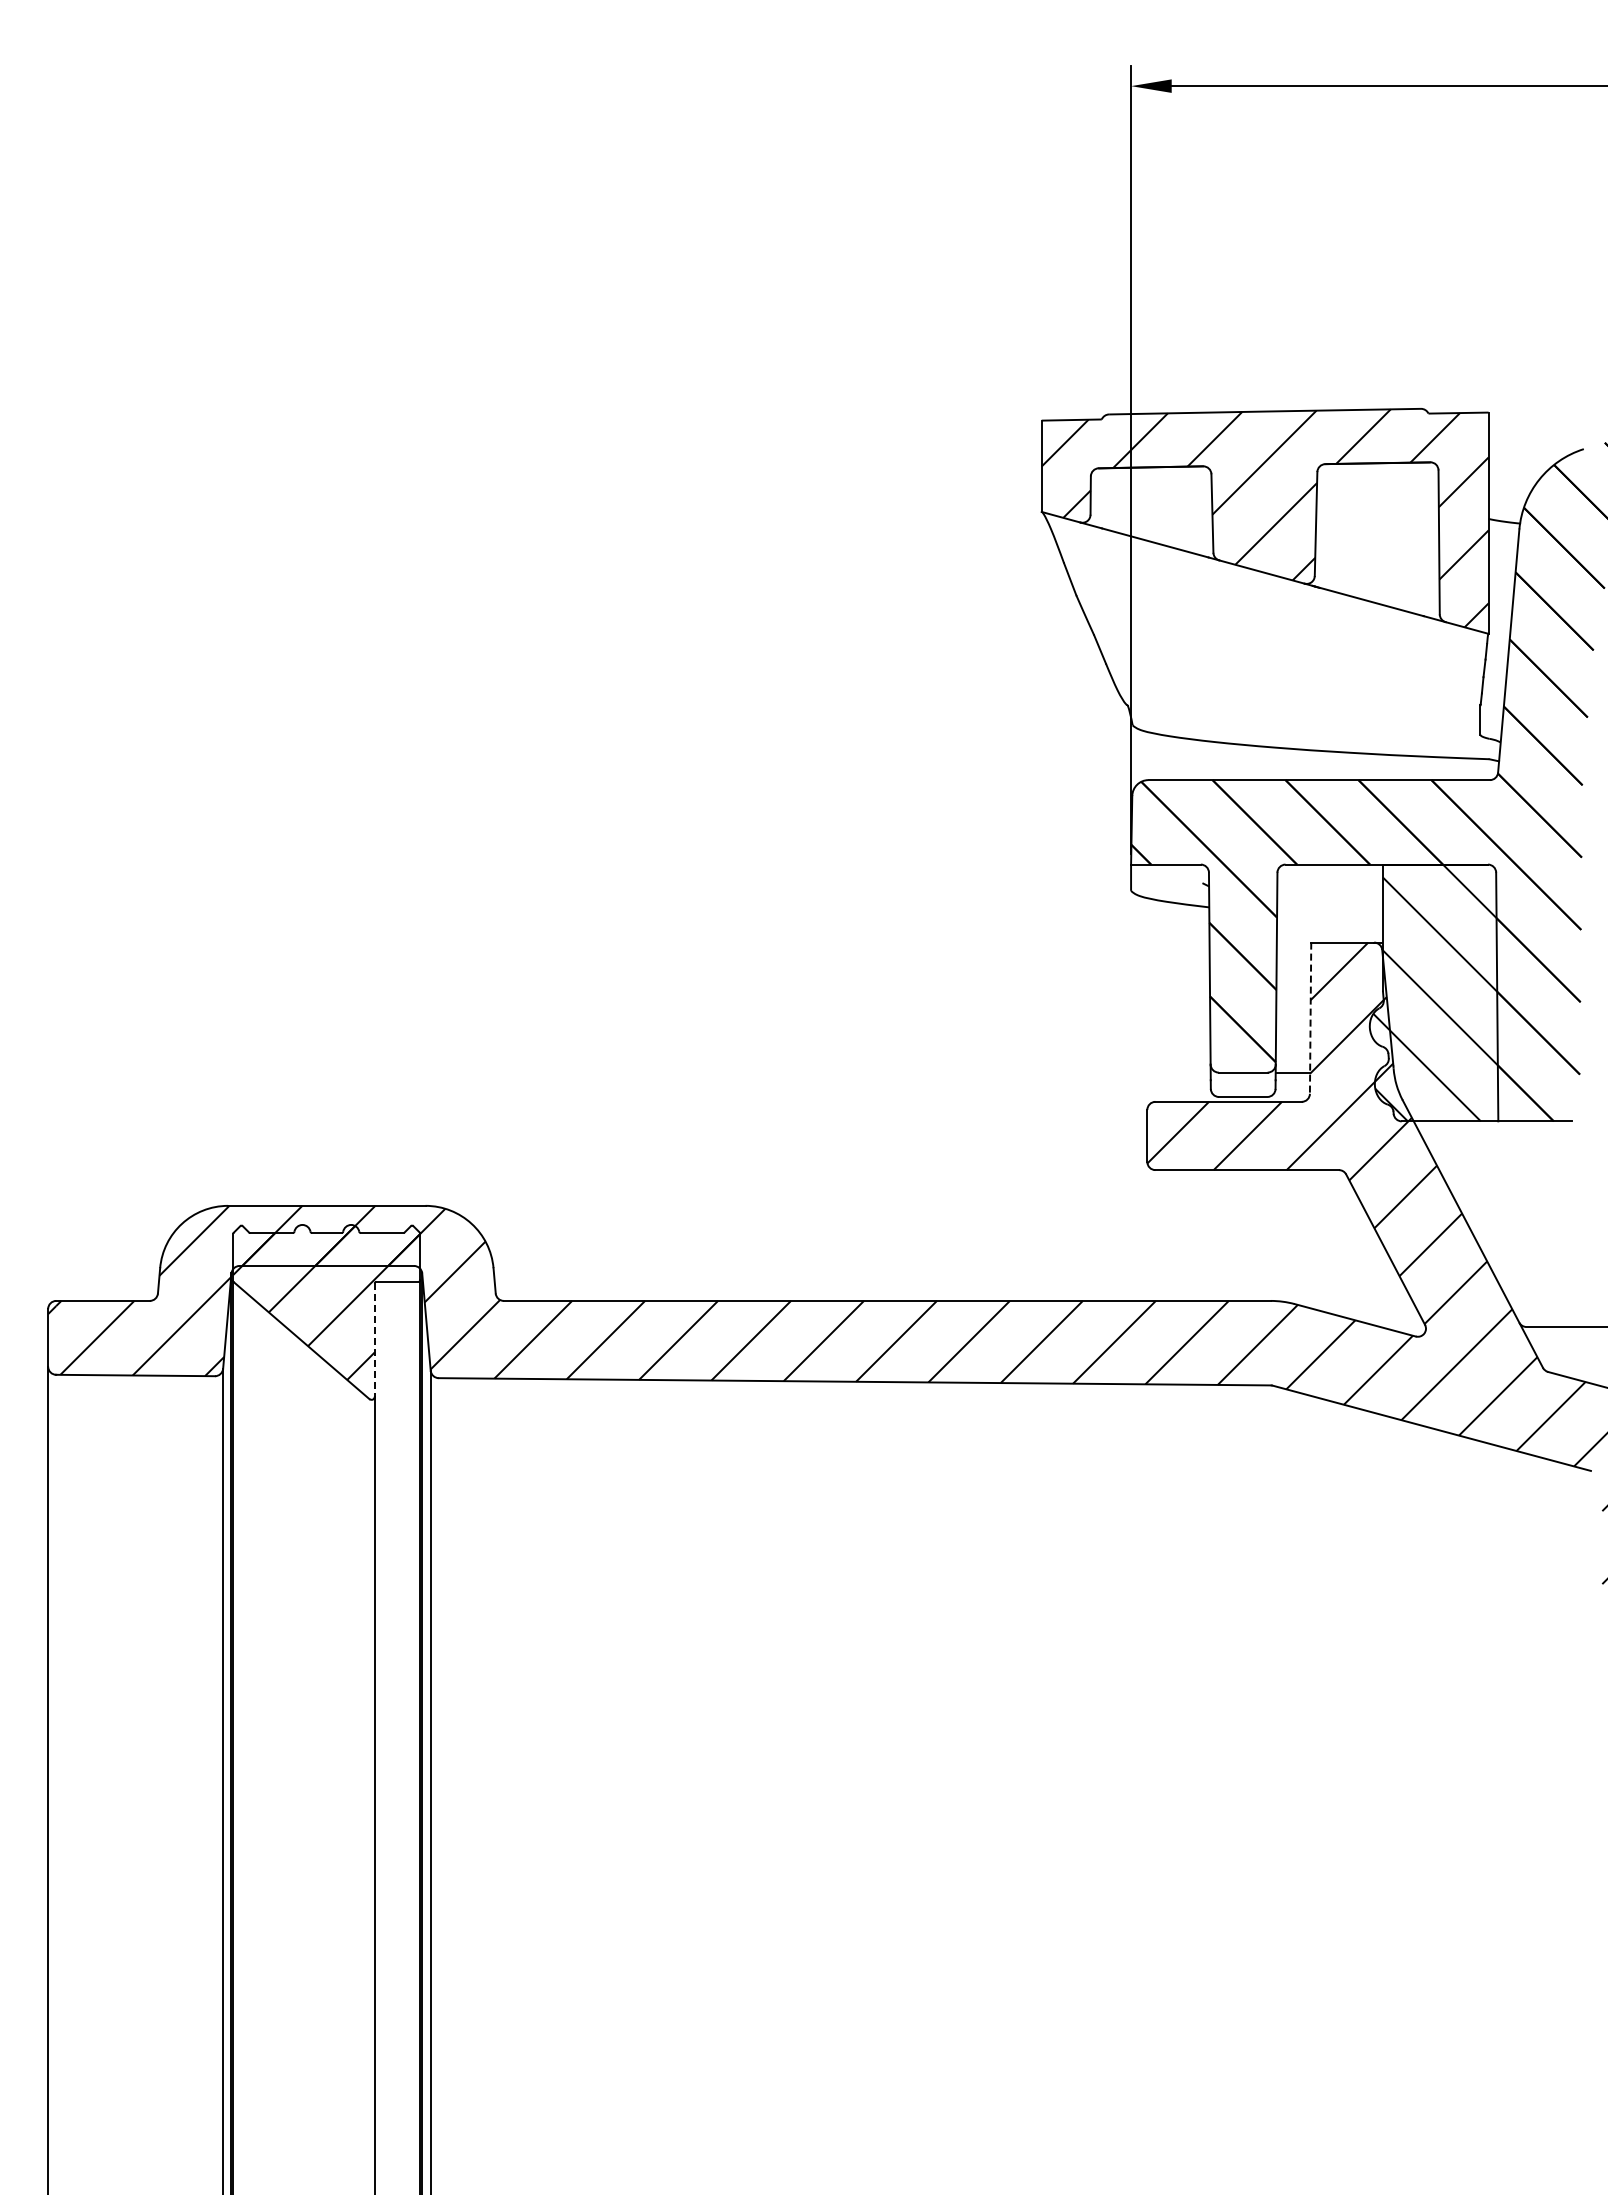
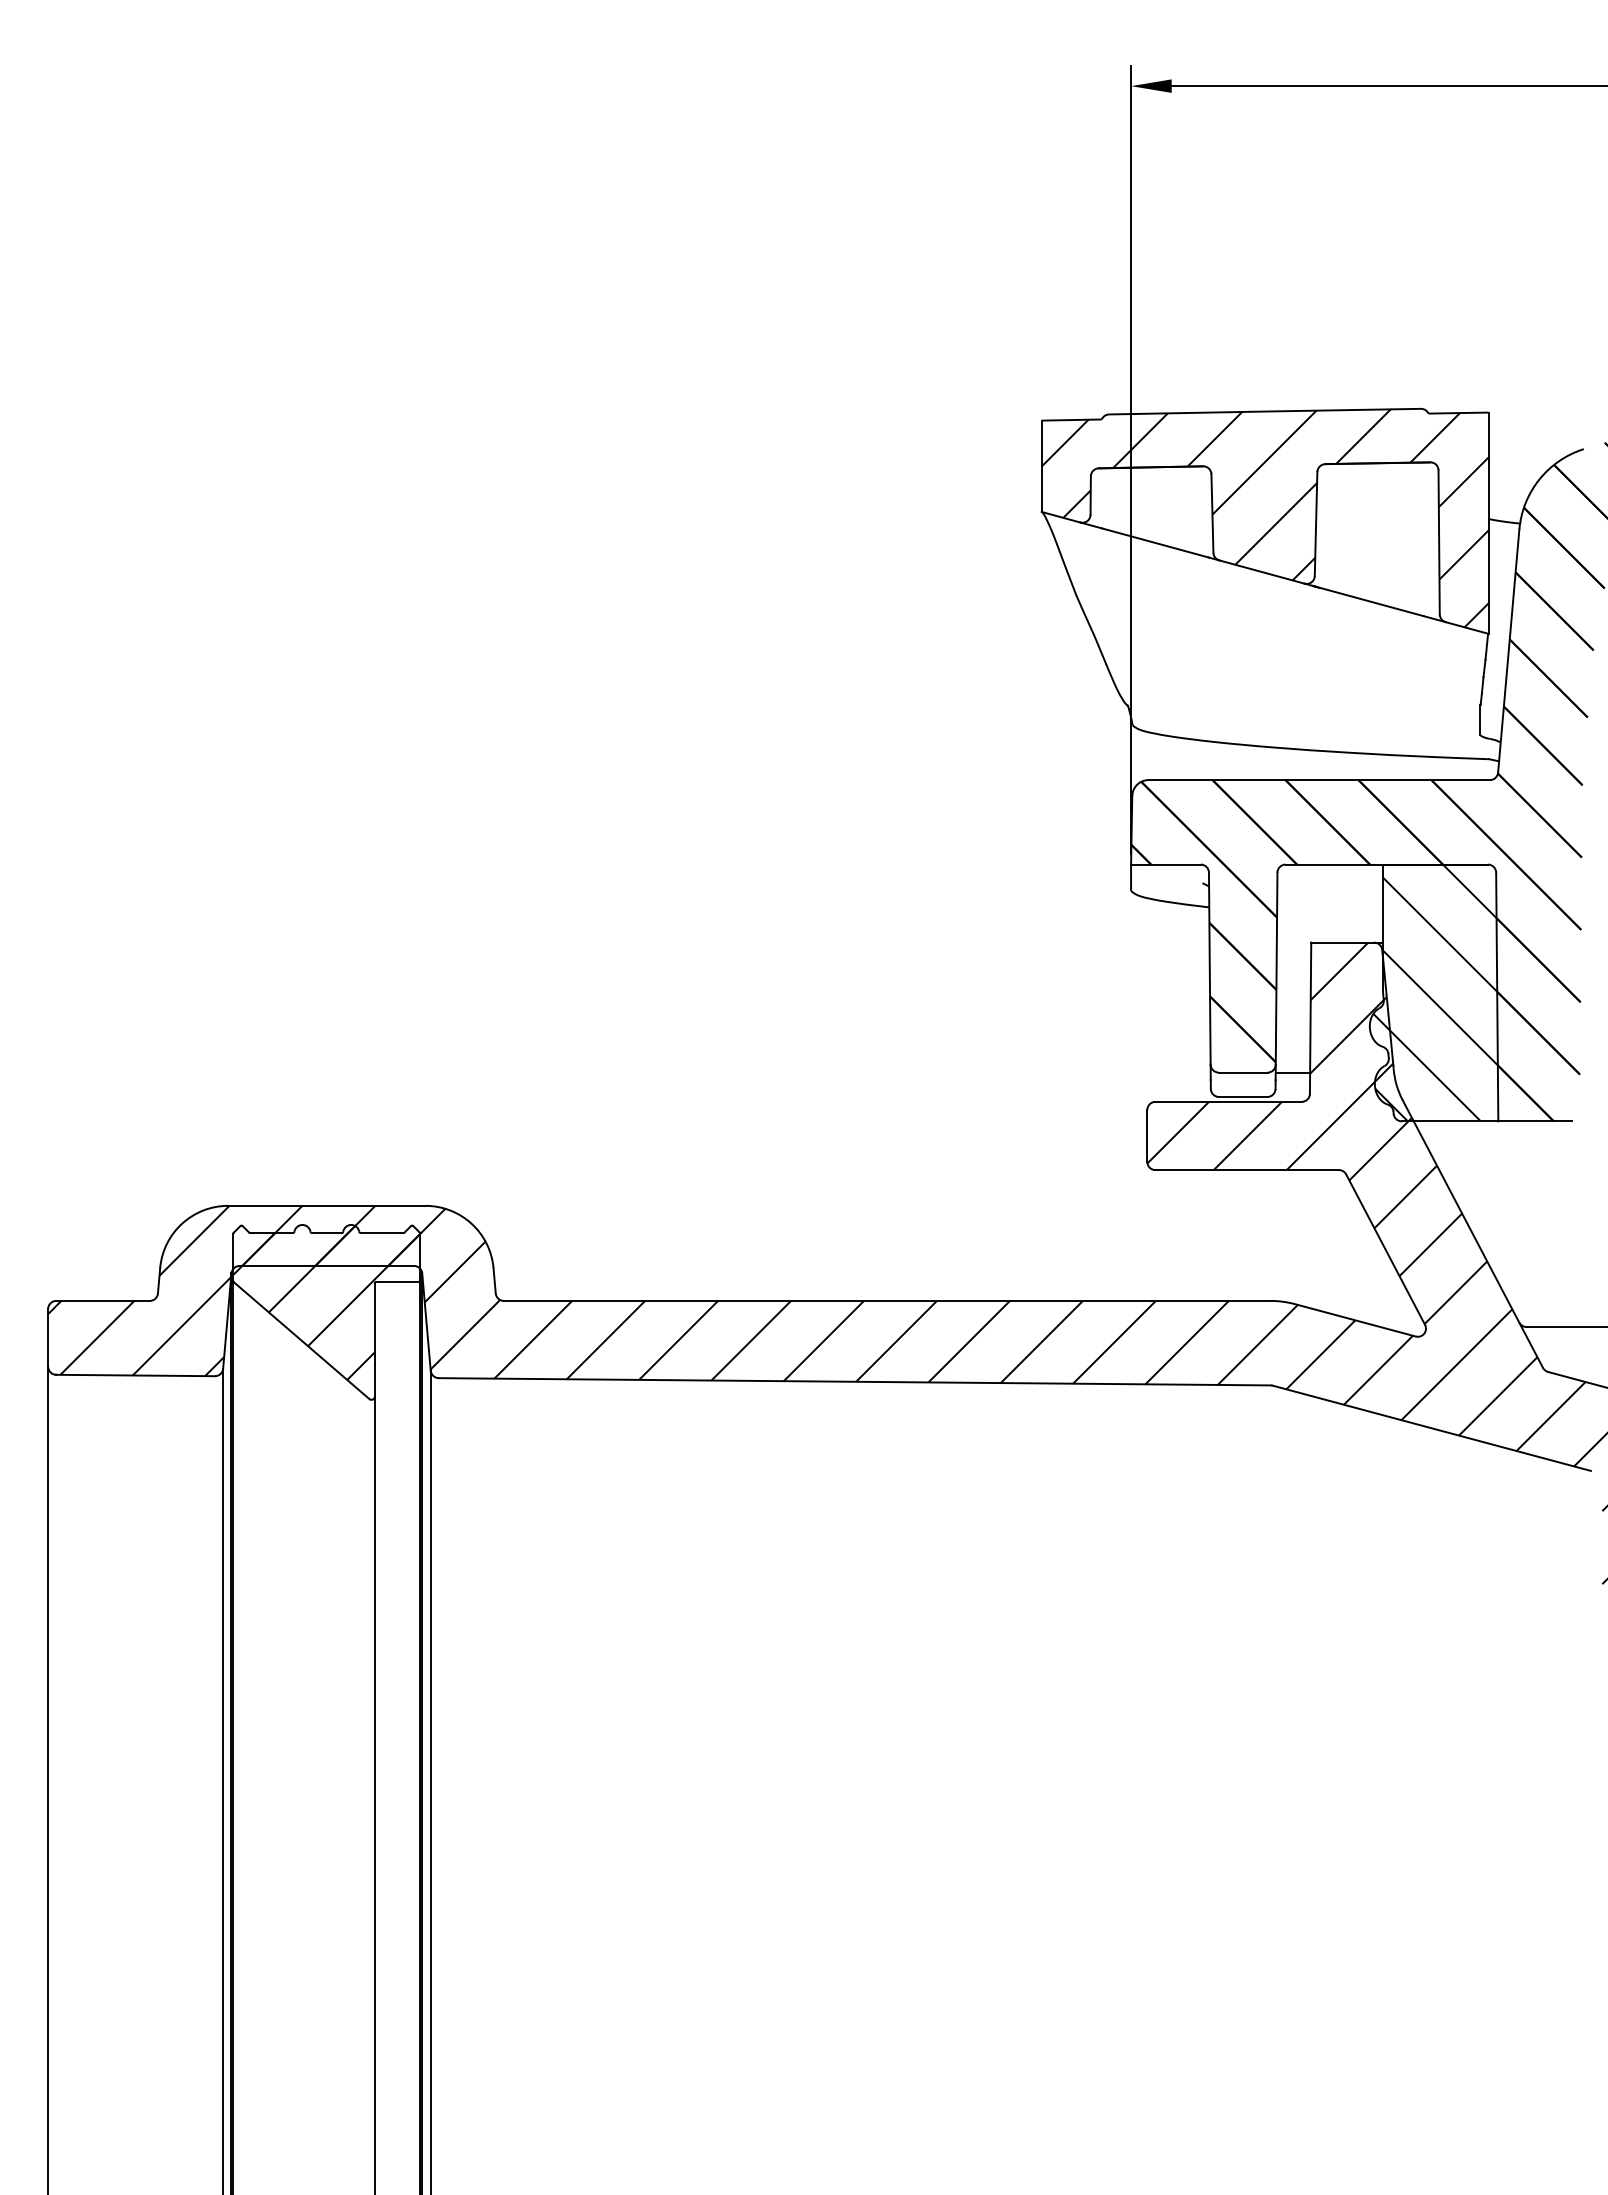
line at (1310, 1018): dashed -> solid
line at (374, 1340): dashed -> solid
